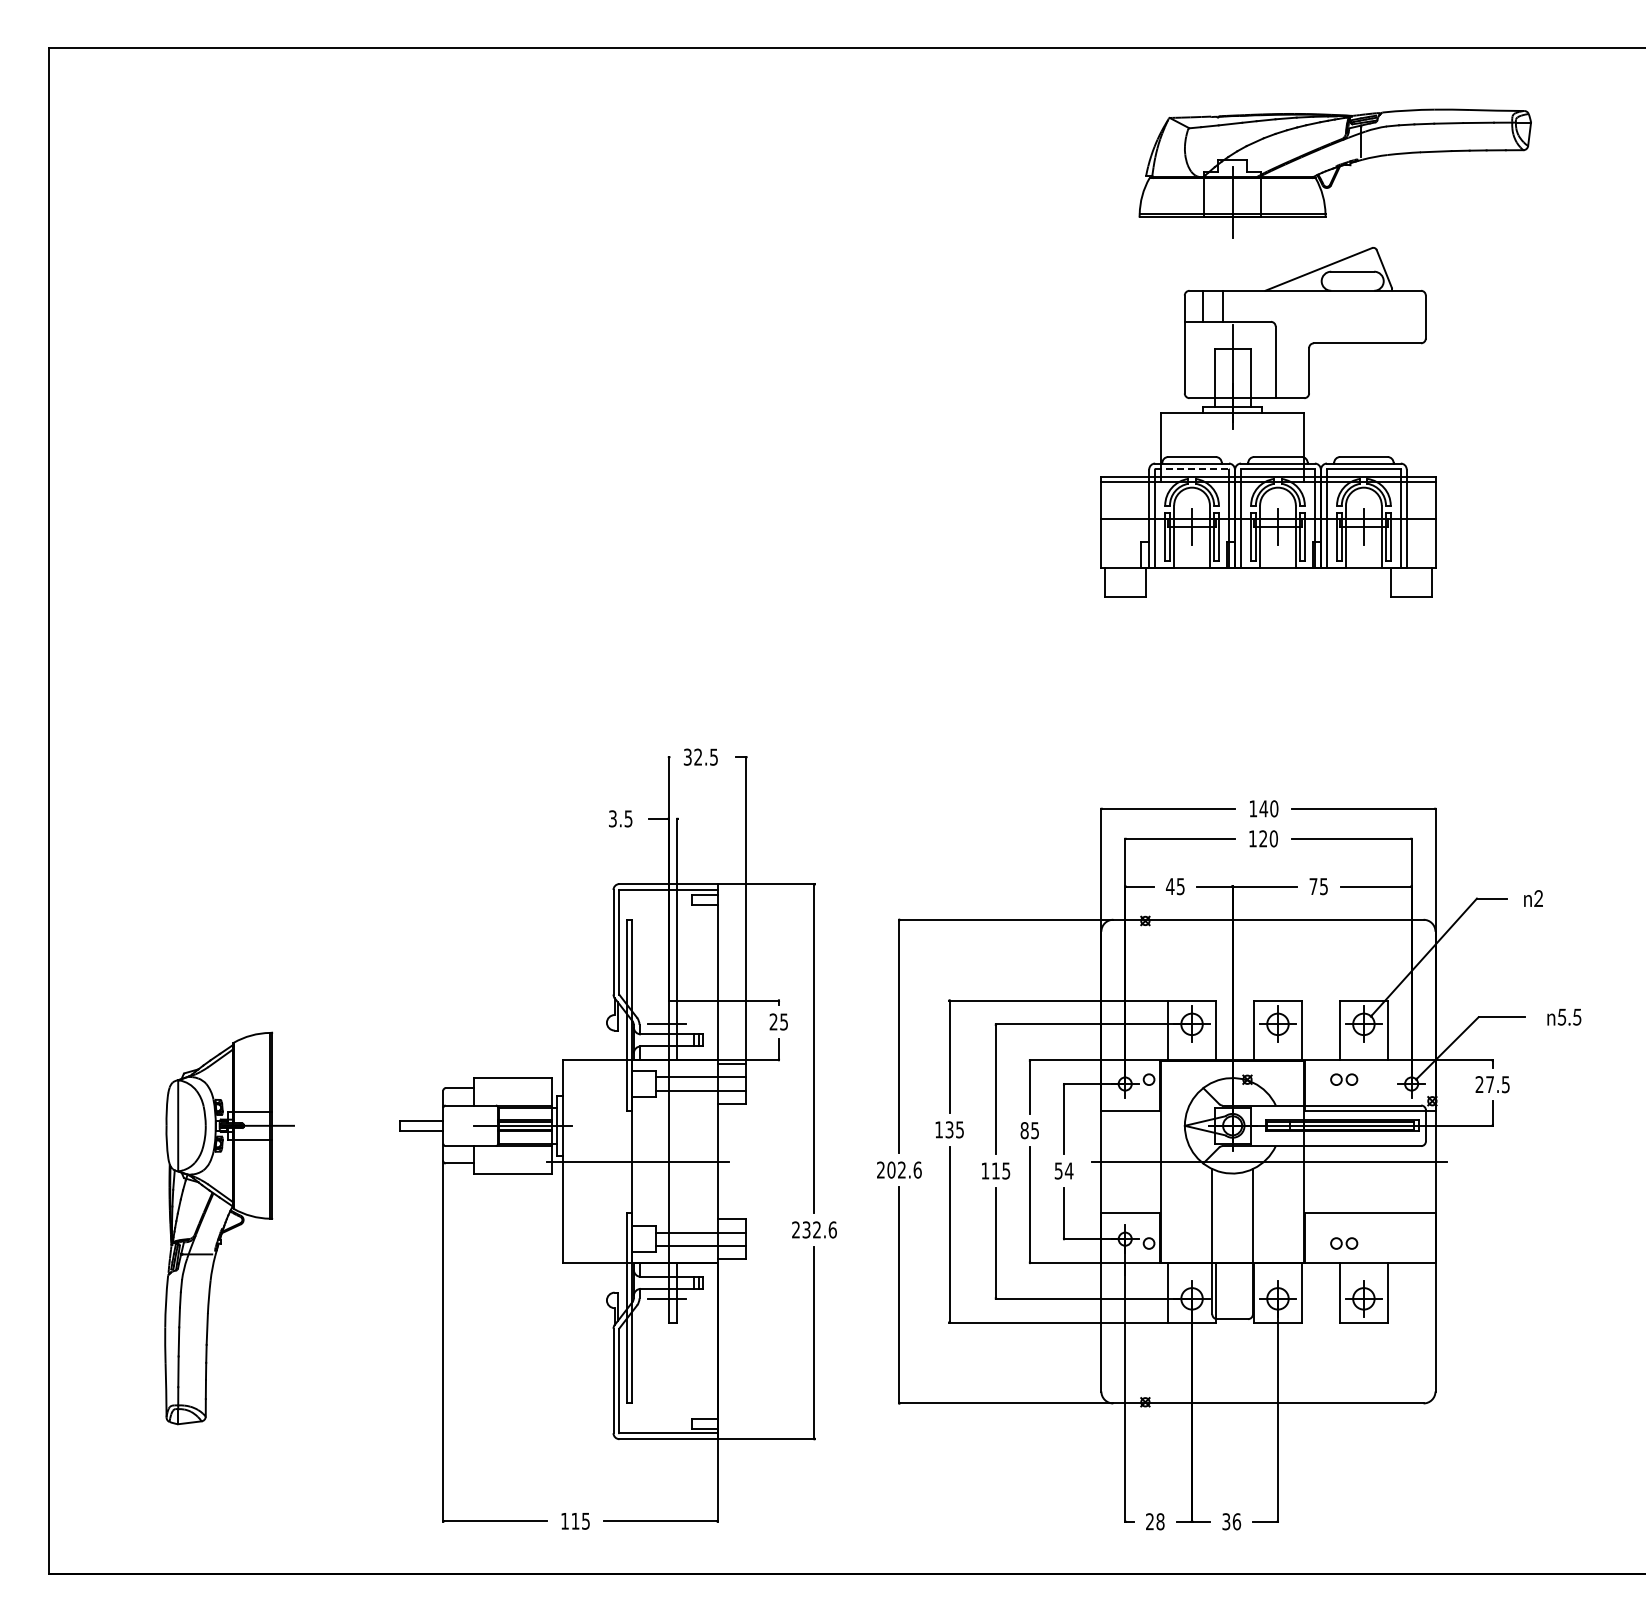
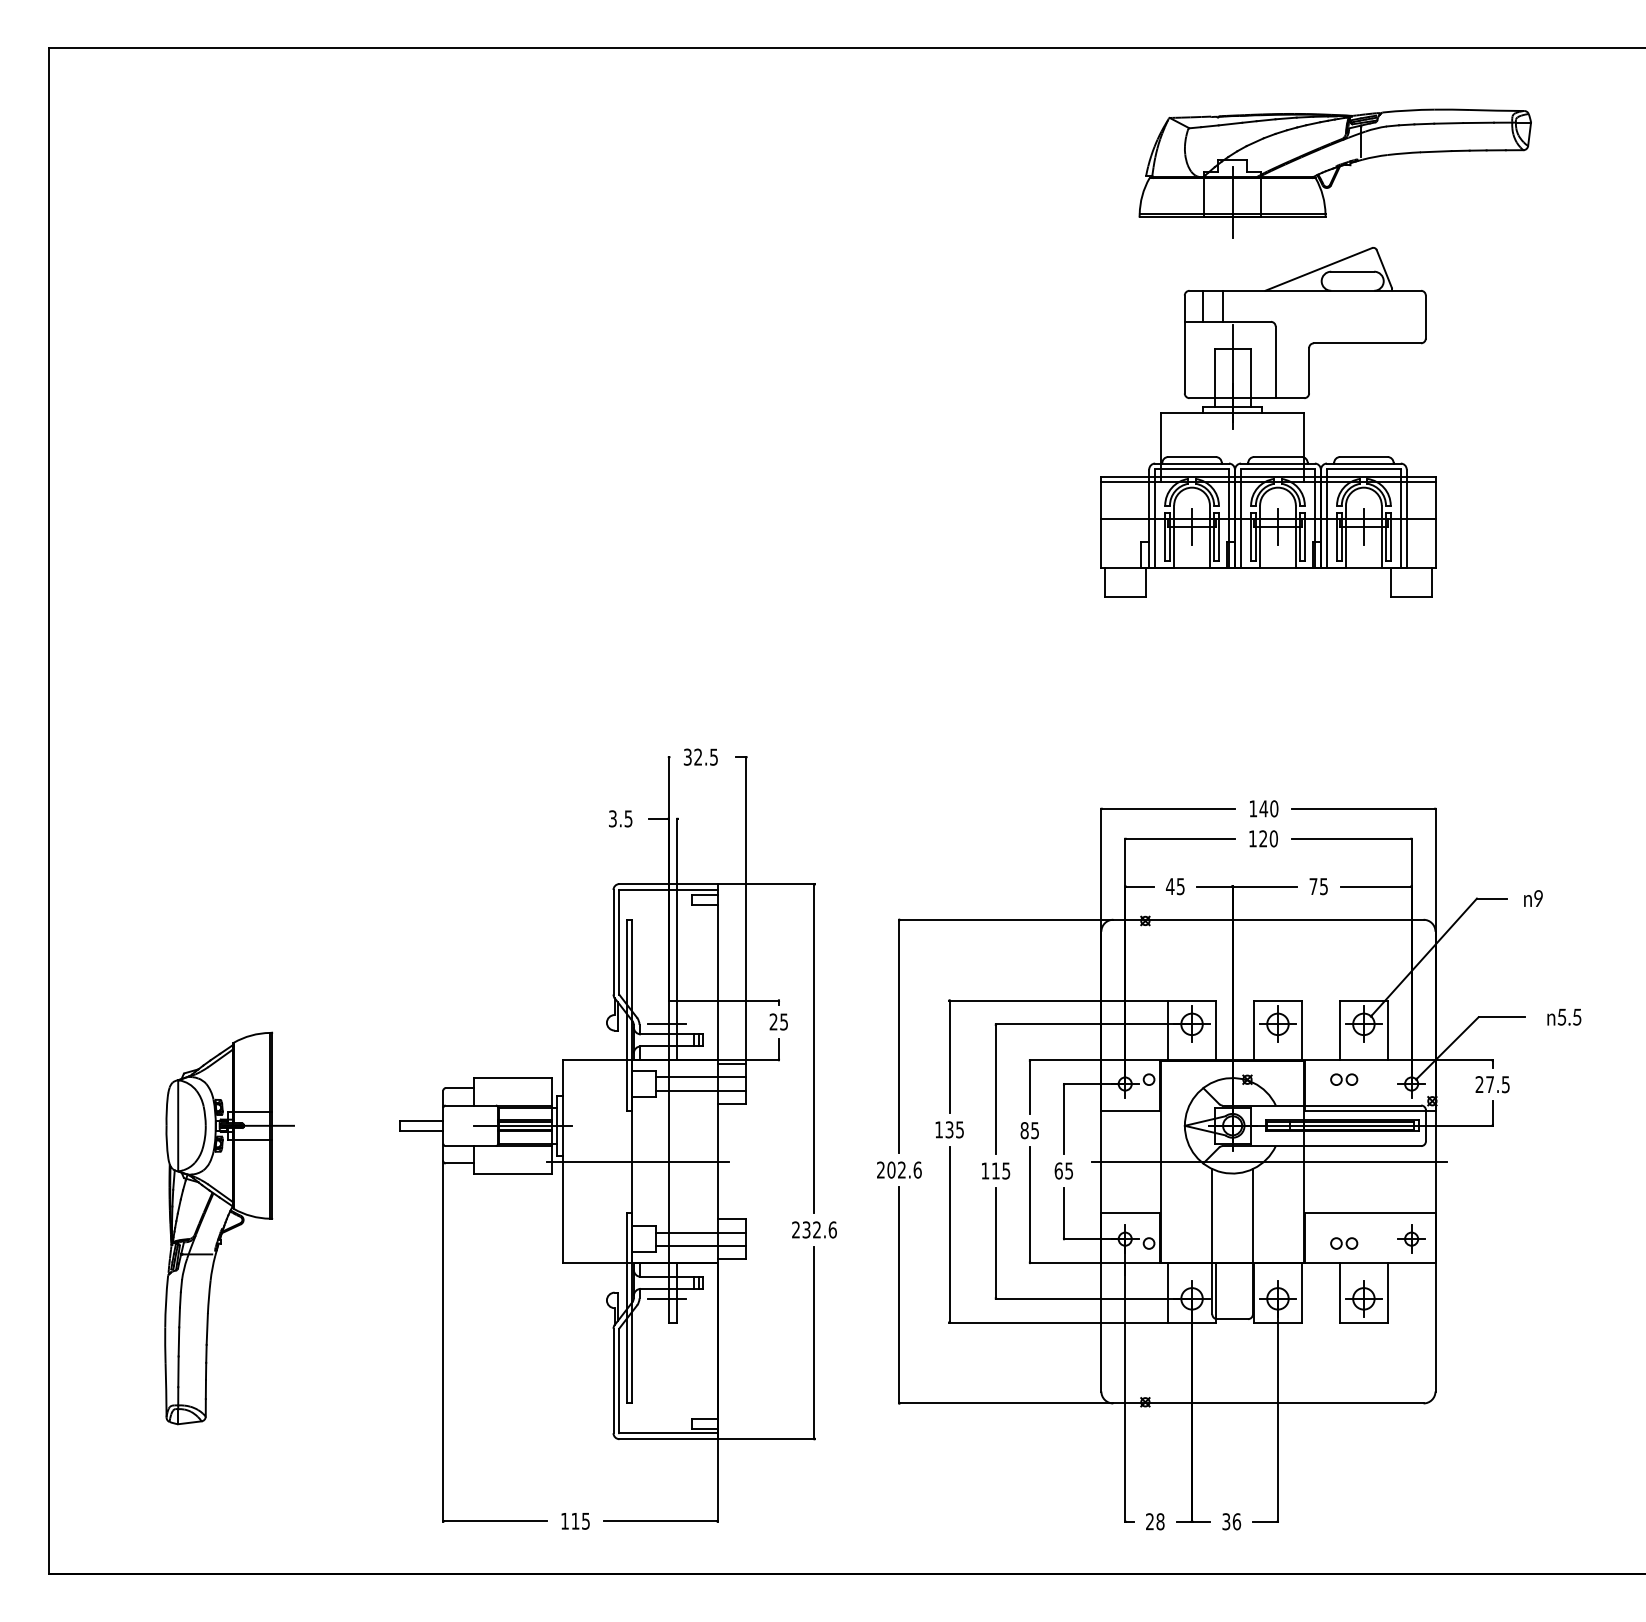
line at (1192, 469): dashed -> solid
text at (1538, 898): 2 -> 9
text at (1063, 1170): 54 -> 65
part at (1411, 1238): none -> present
